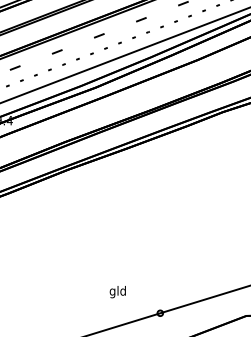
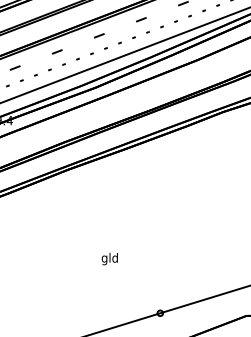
text at (117, 292) position: (117, 292) -> (109, 259)
